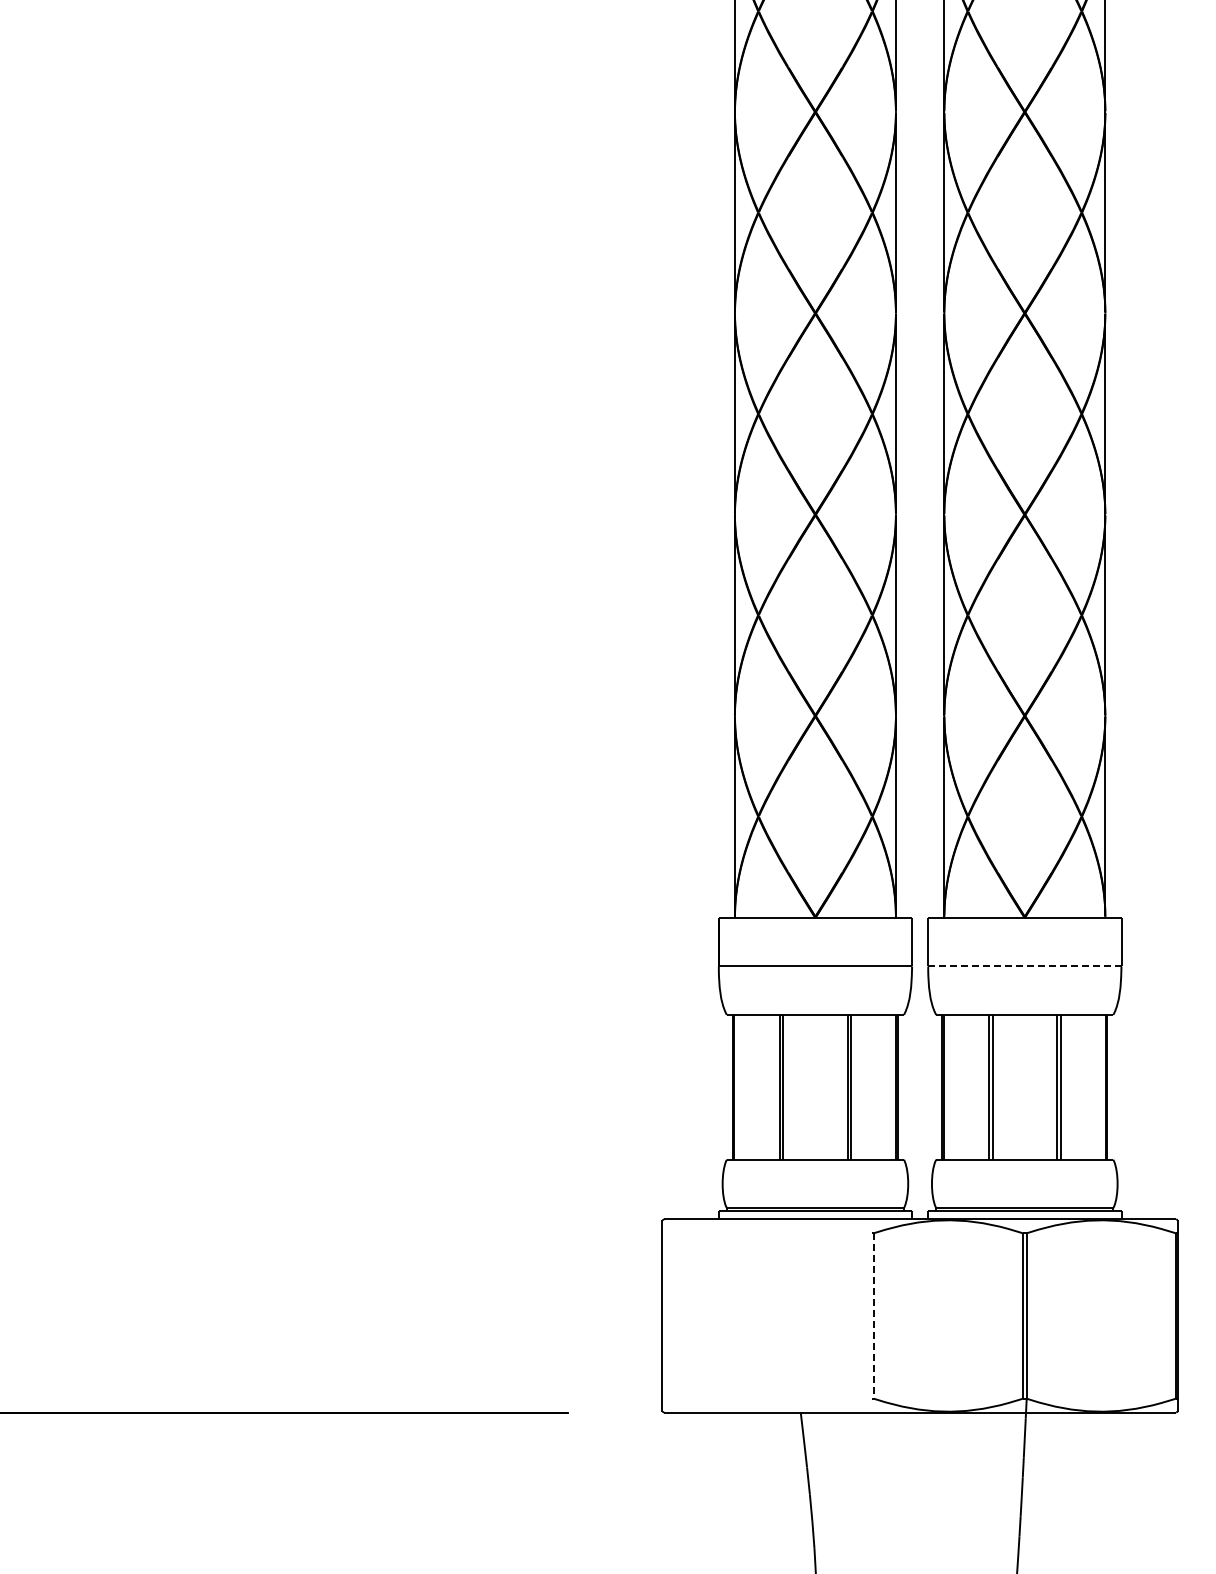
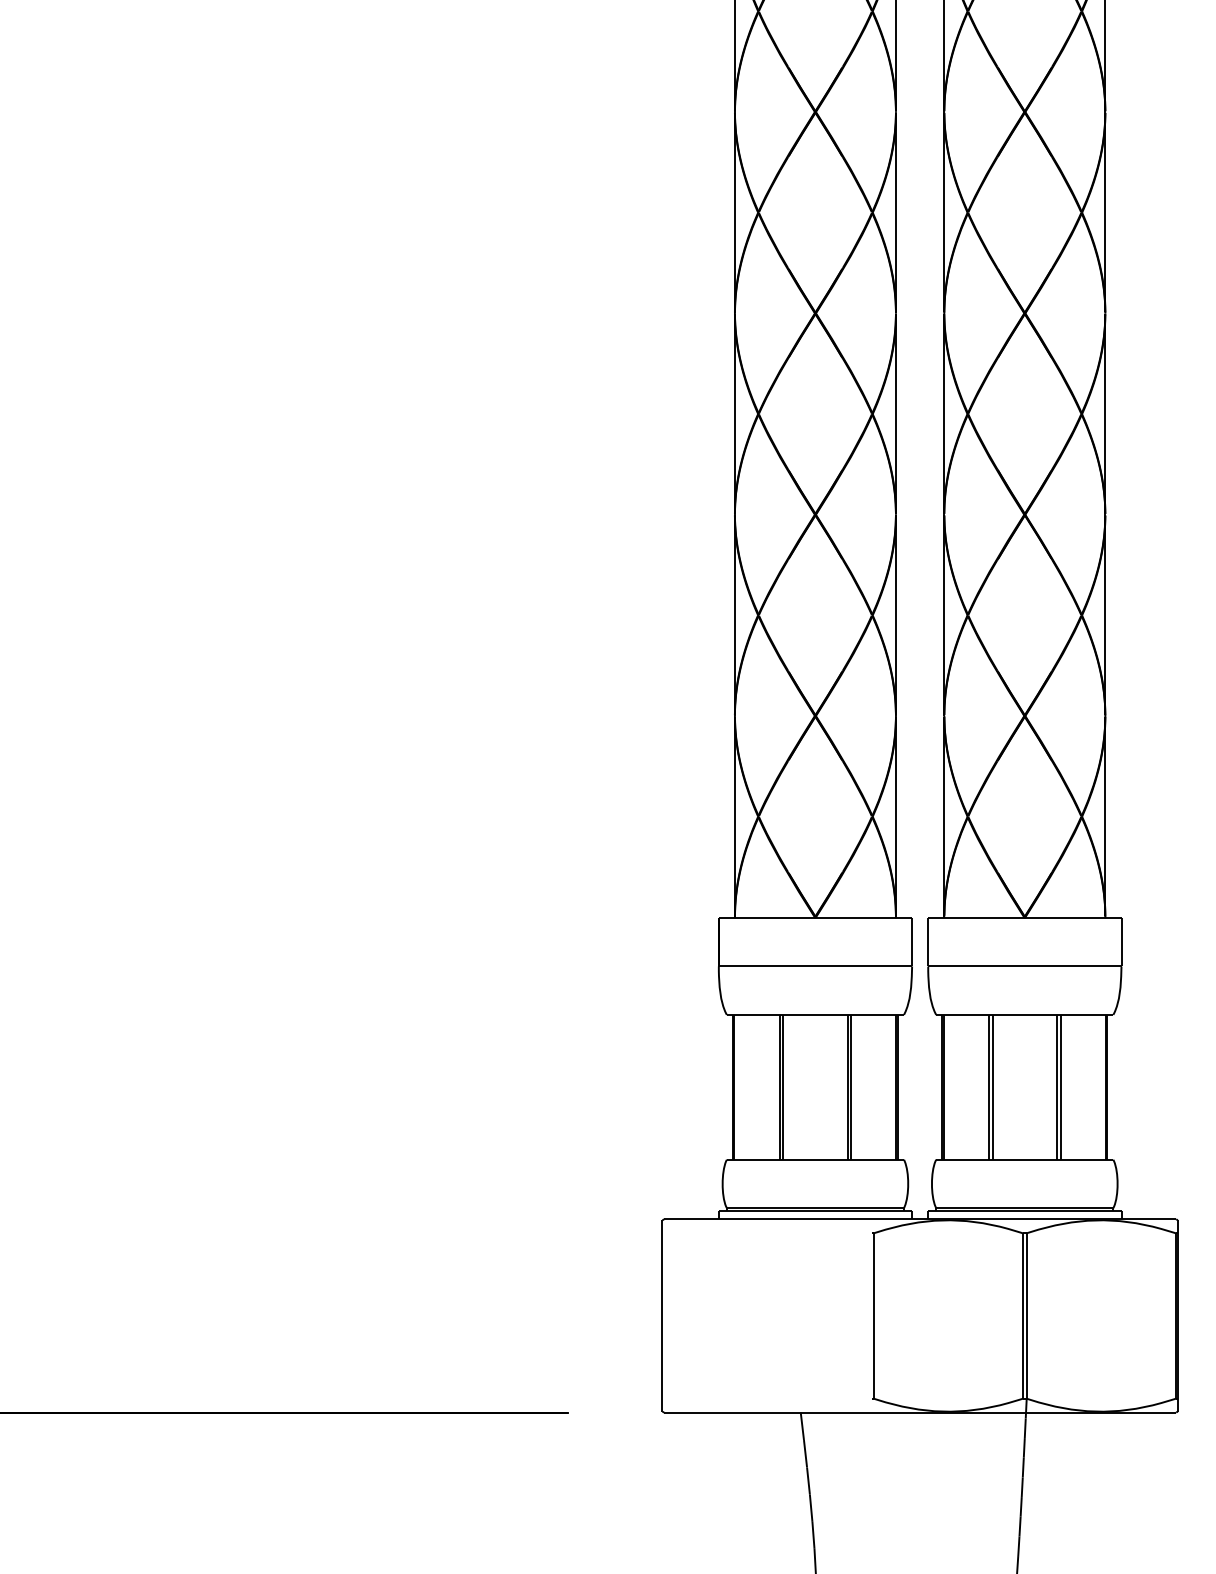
line at (1024, 966): dashed -> solid
line at (873, 1316): dashed -> solid
